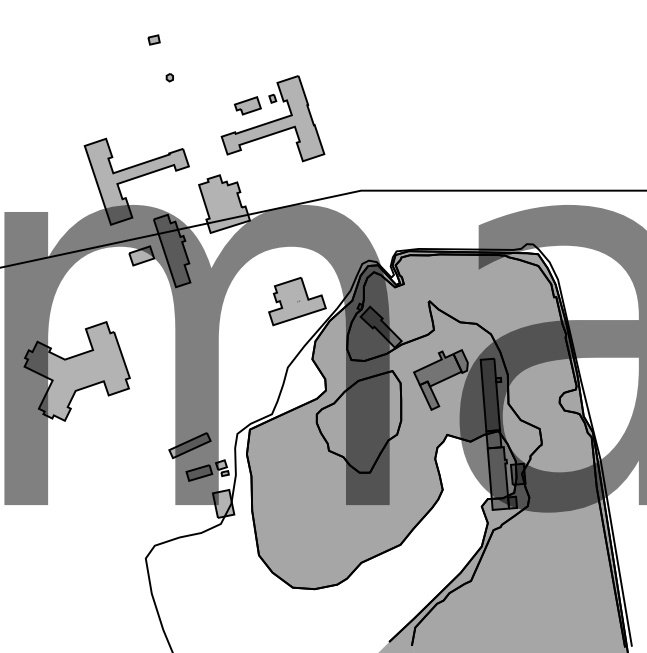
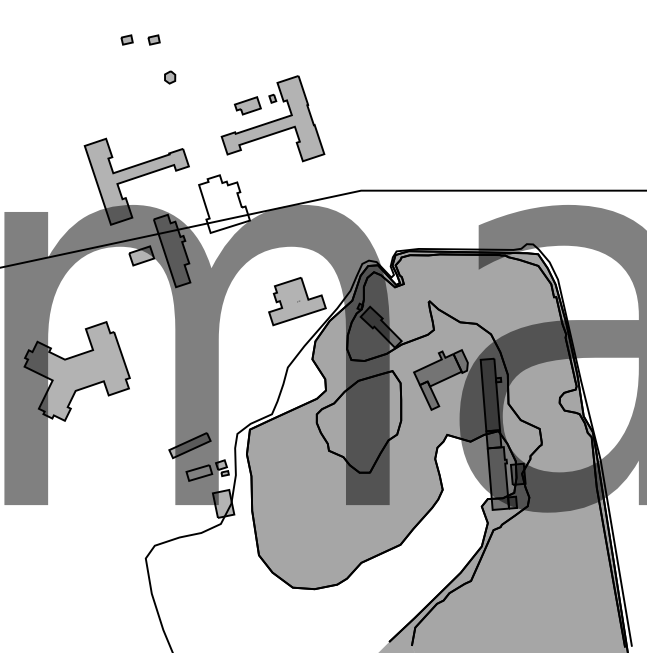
part at (126, 39): none -> present
part at (169, 77) size: 9x10 px -> 13x15 px
fill at (224, 203): present -> none
fill at (199, 472): present -> none
